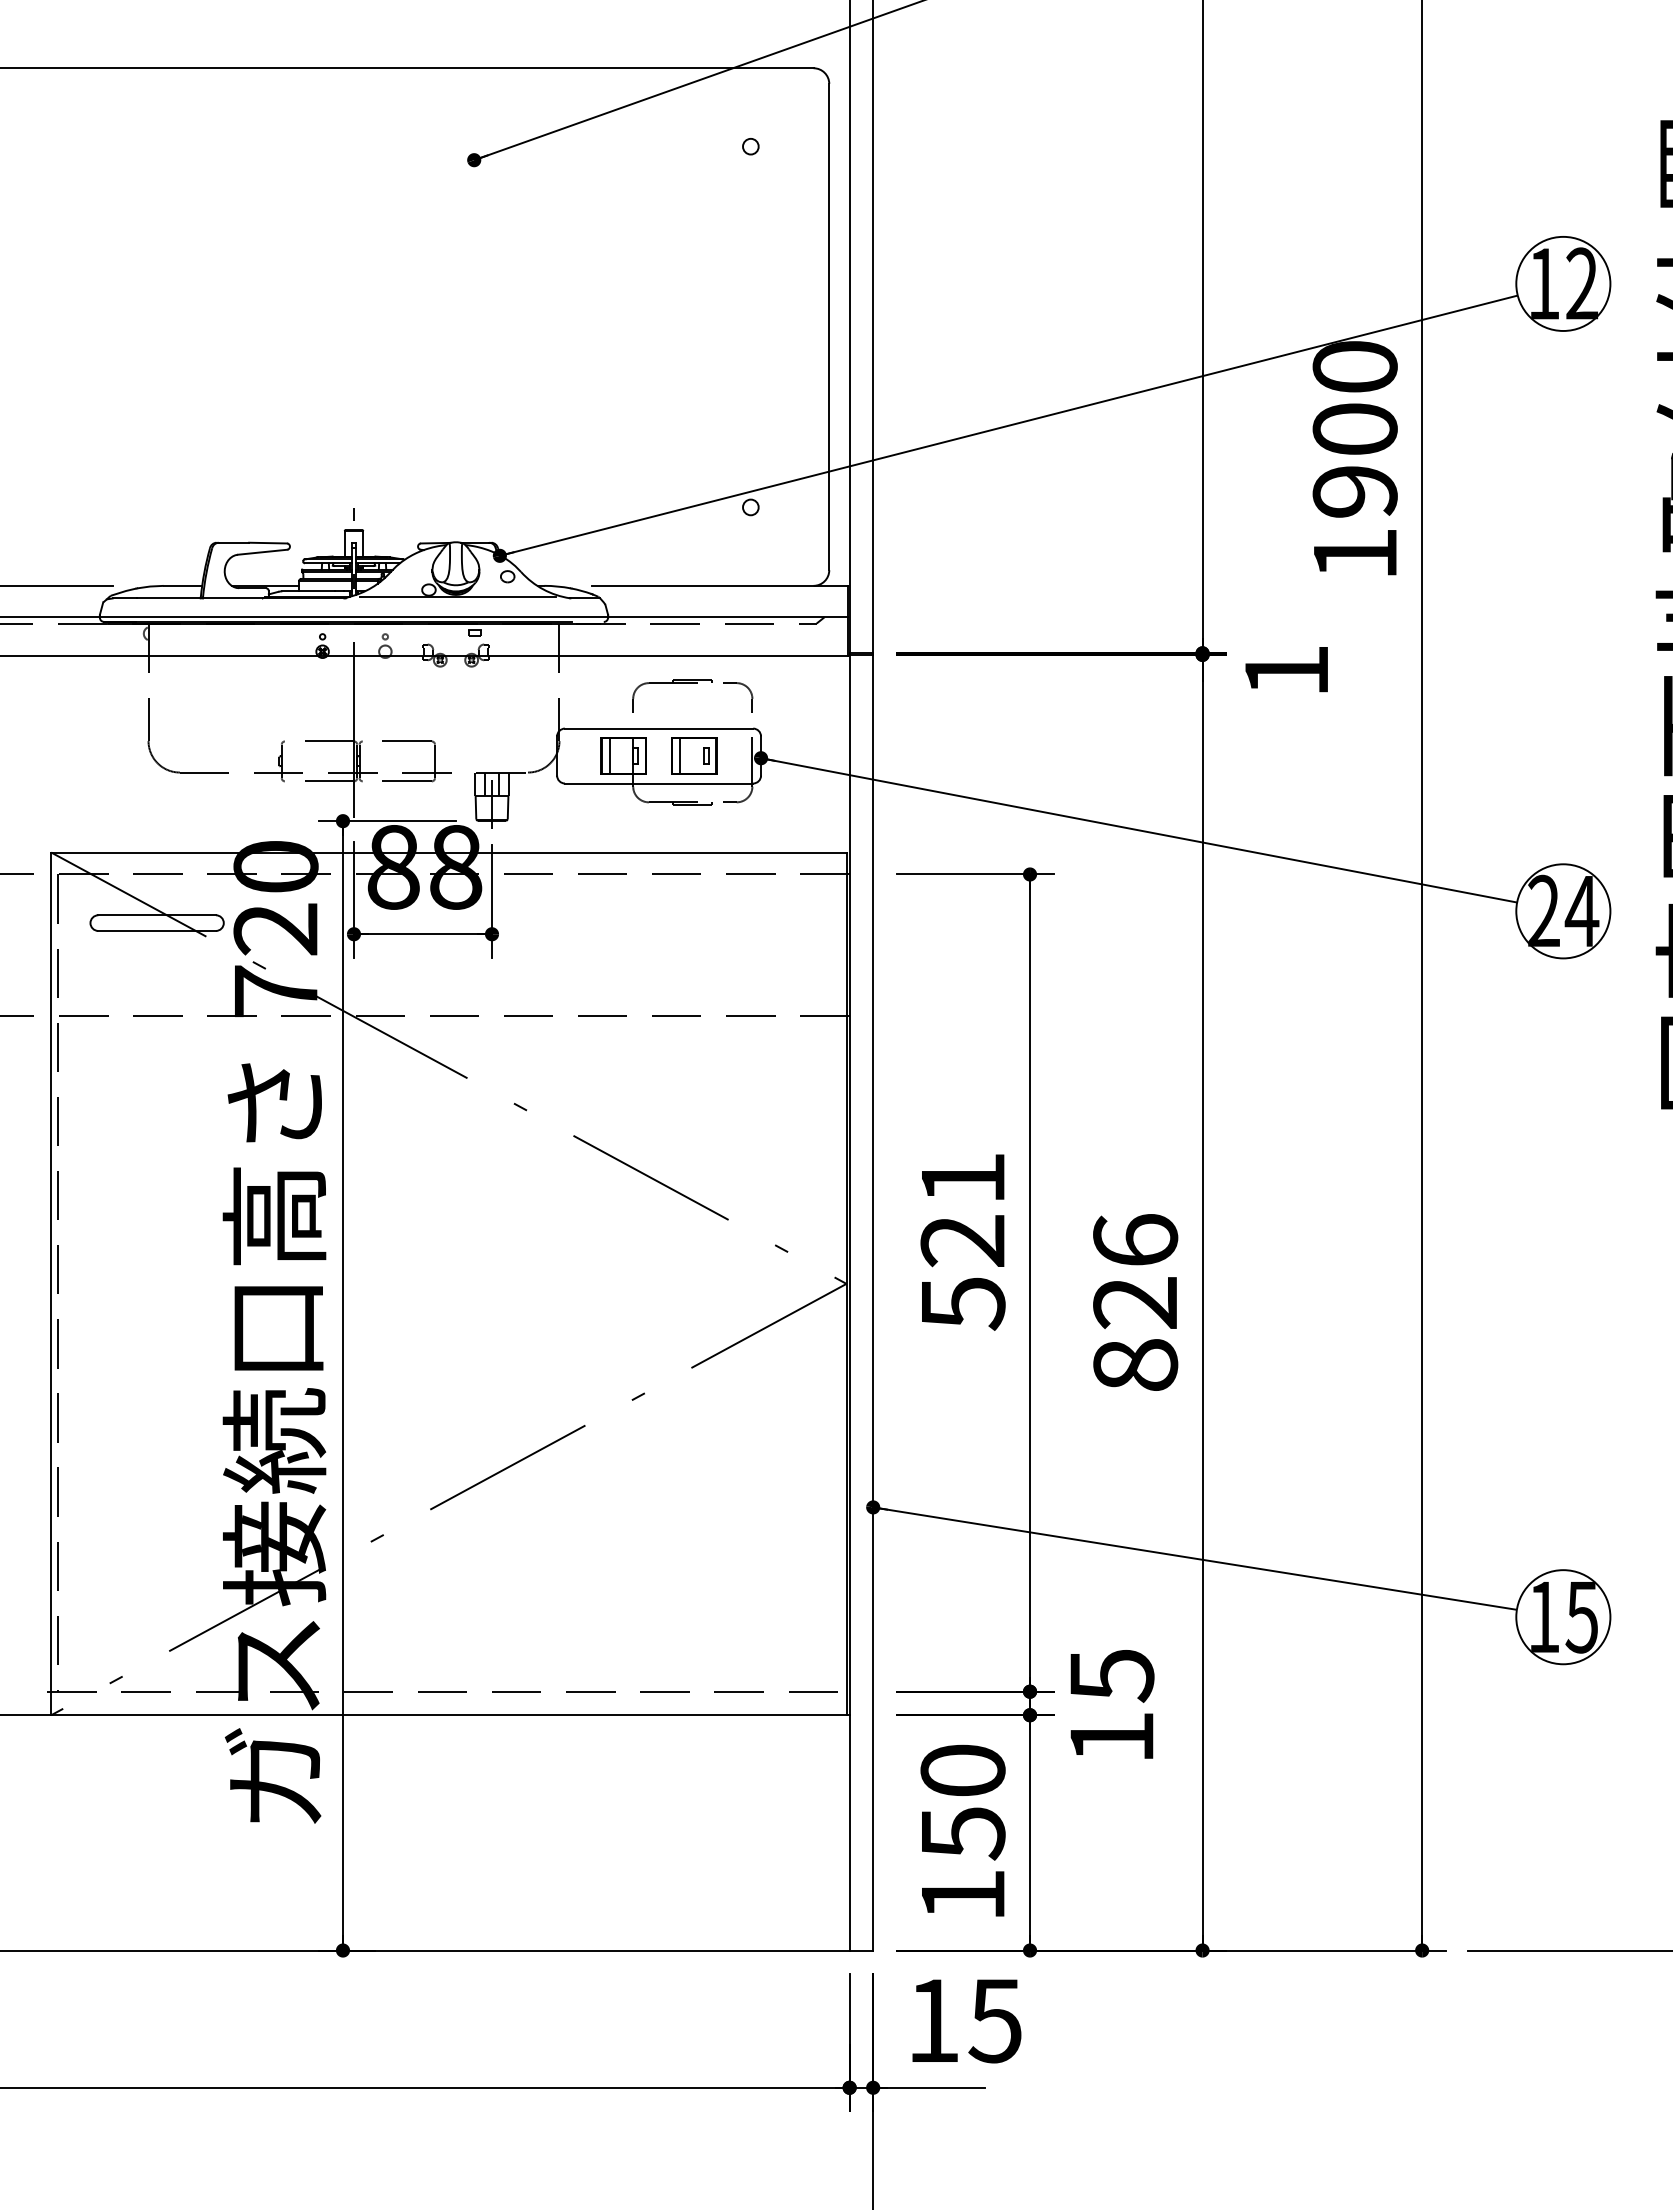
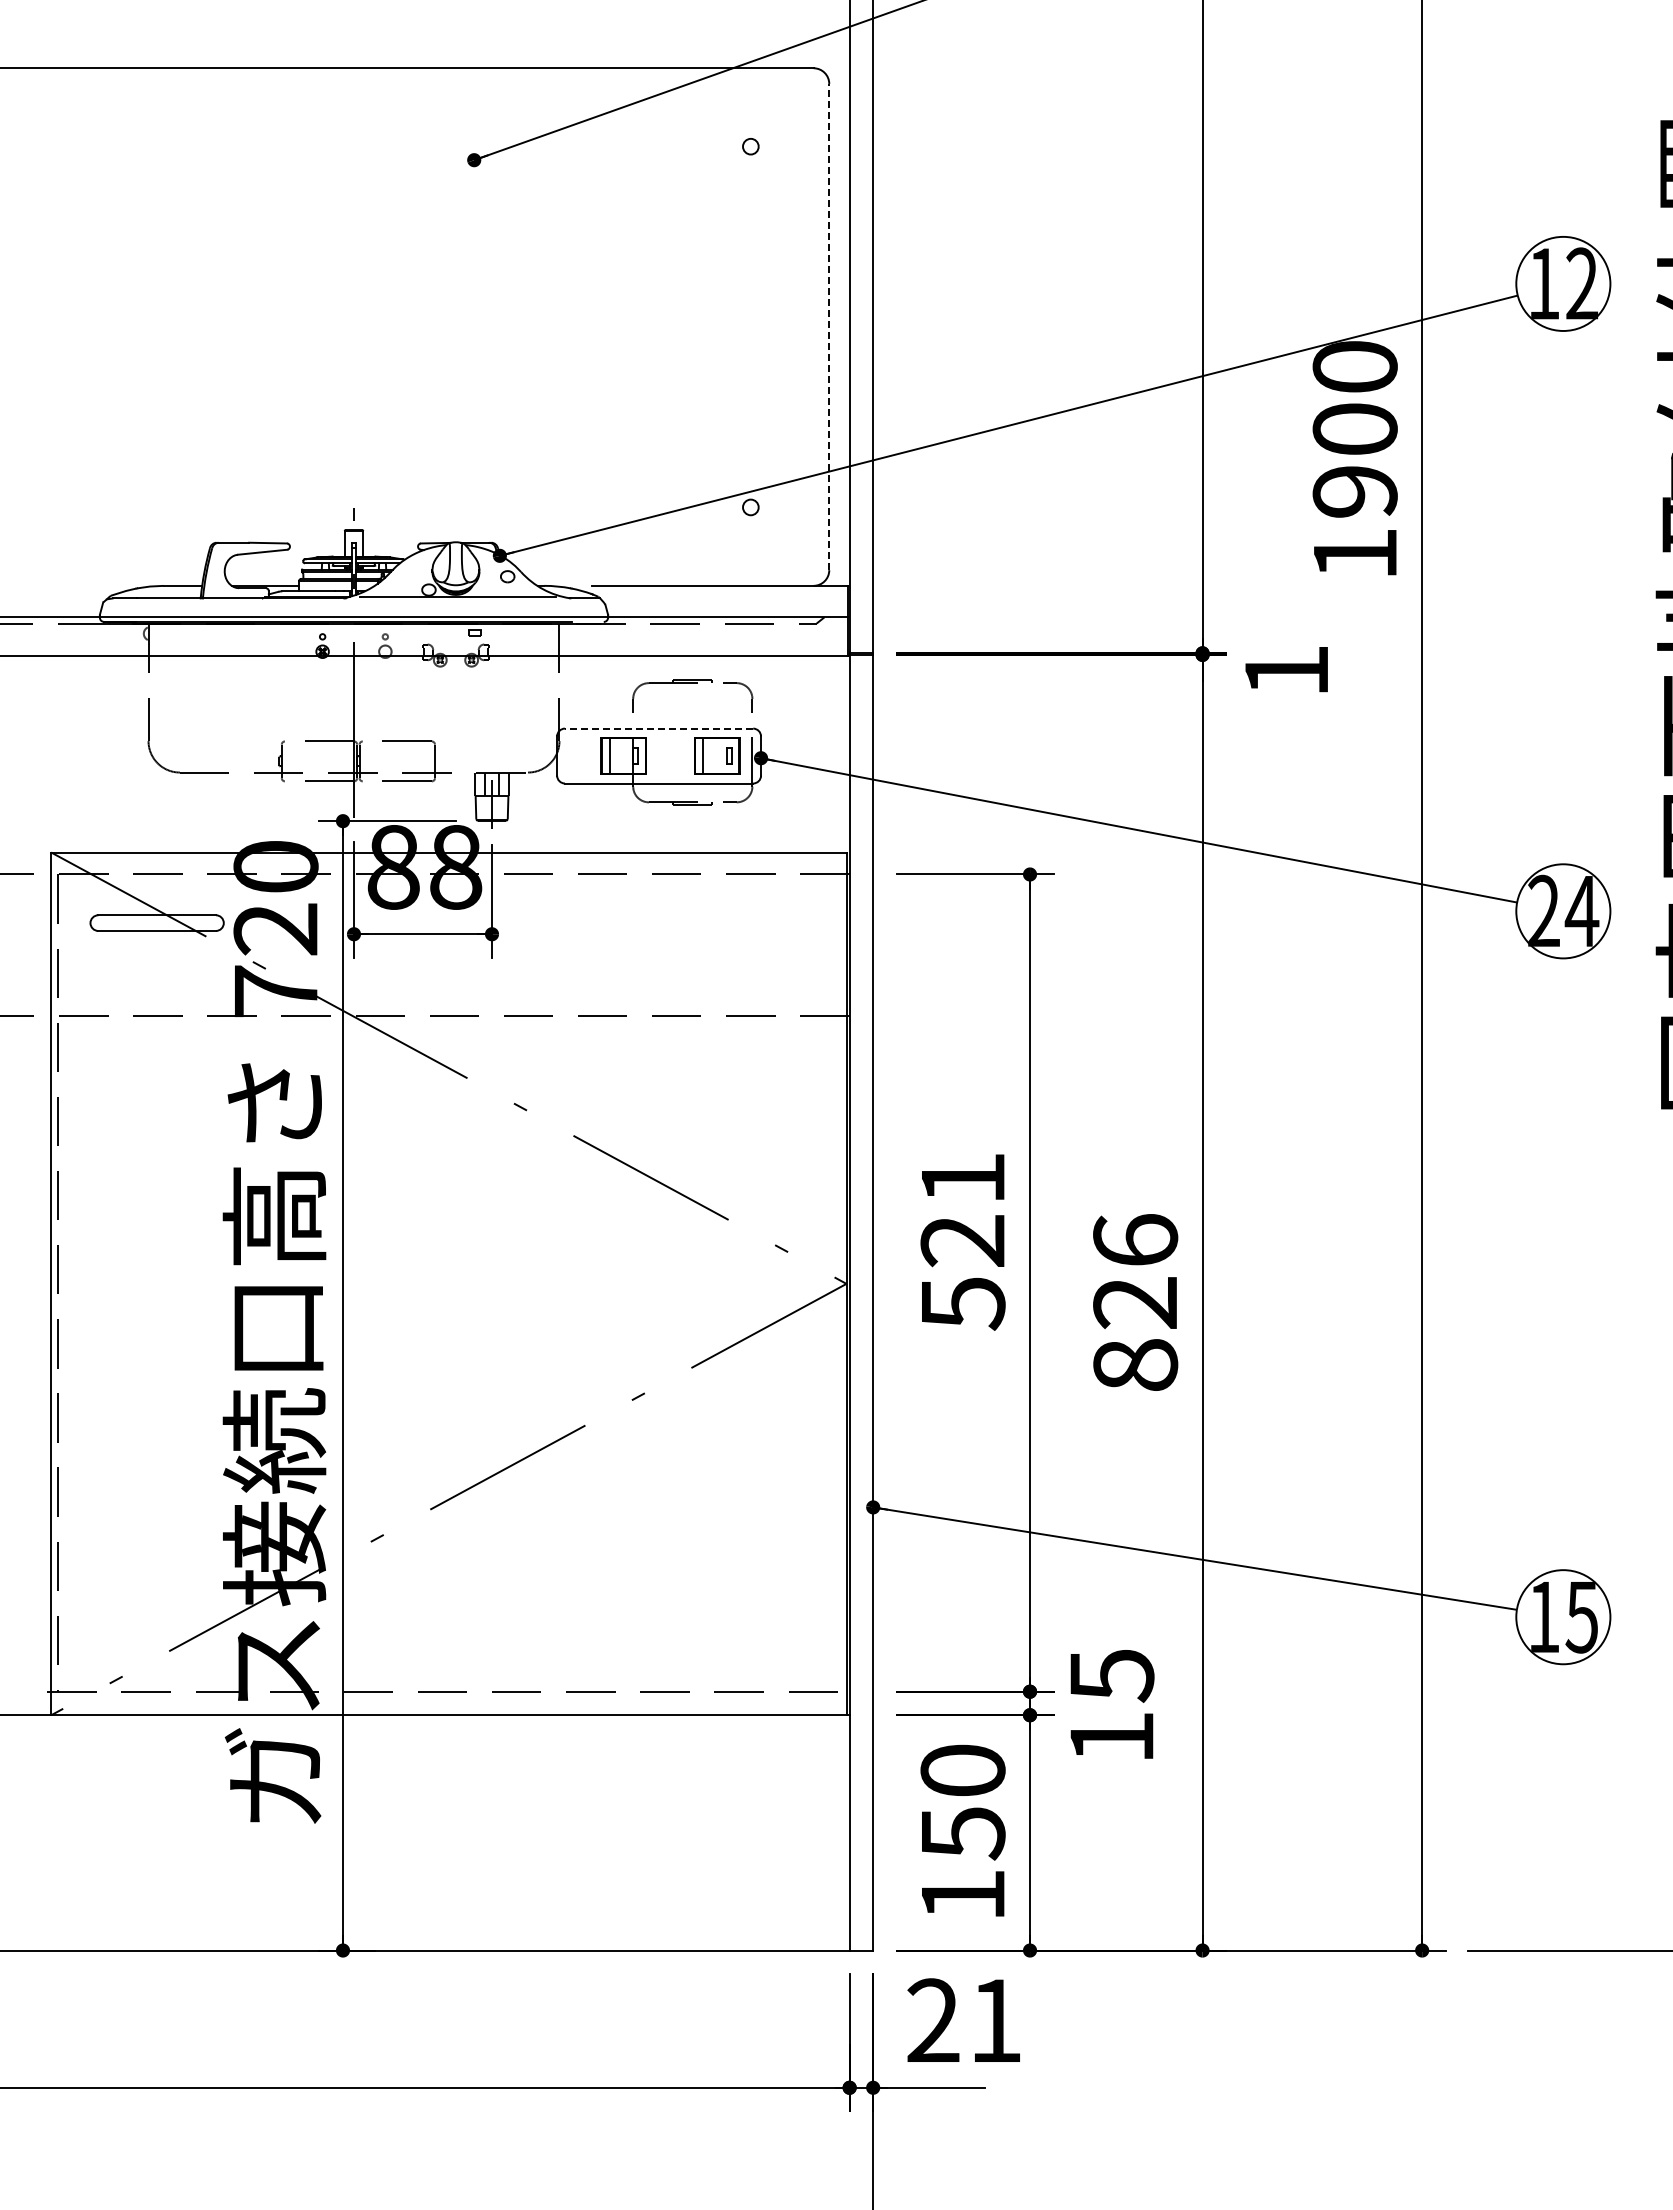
line at (829, 326): solid -> dashed
line at (57, 585): present -> none
line at (658, 728): solid -> dashed
part at (694, 755) position: (694, 755) -> (717, 755)
text at (964, 2020): 15 -> 21
